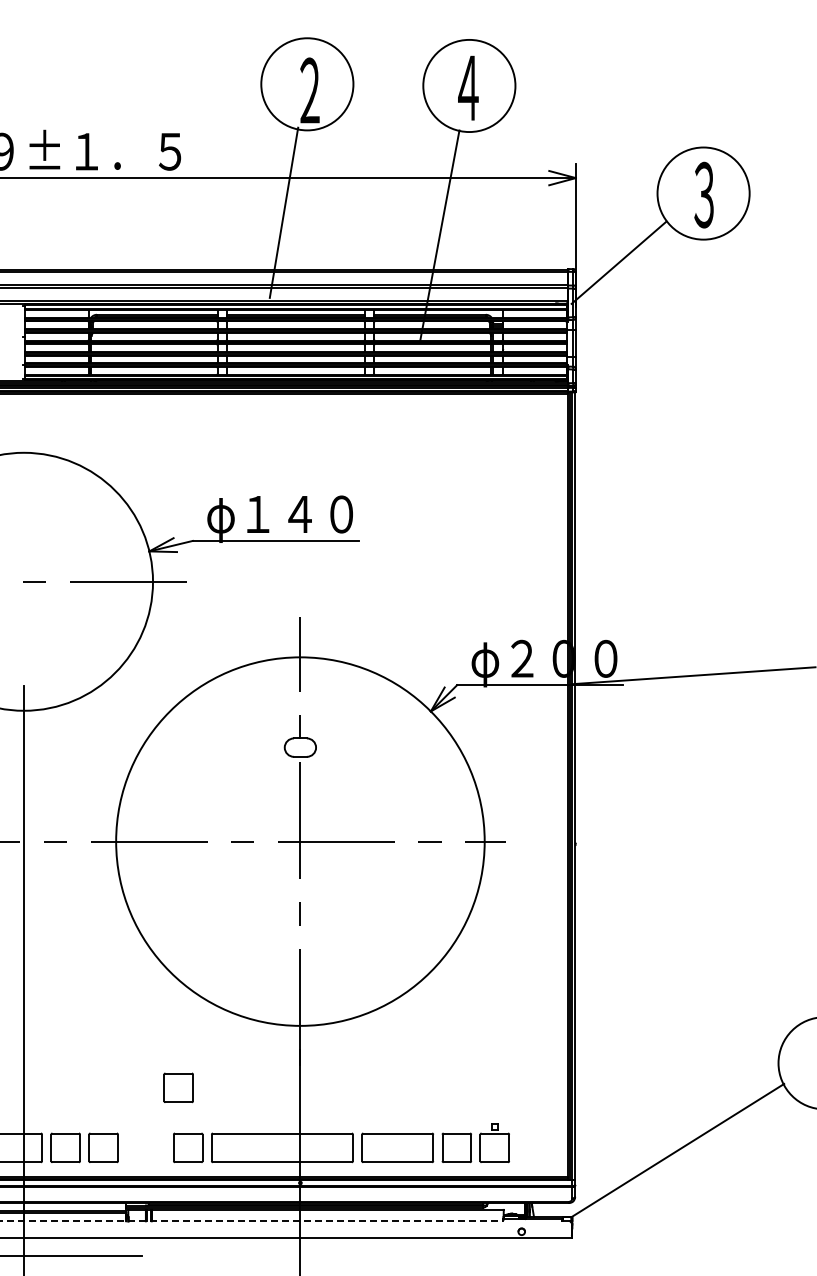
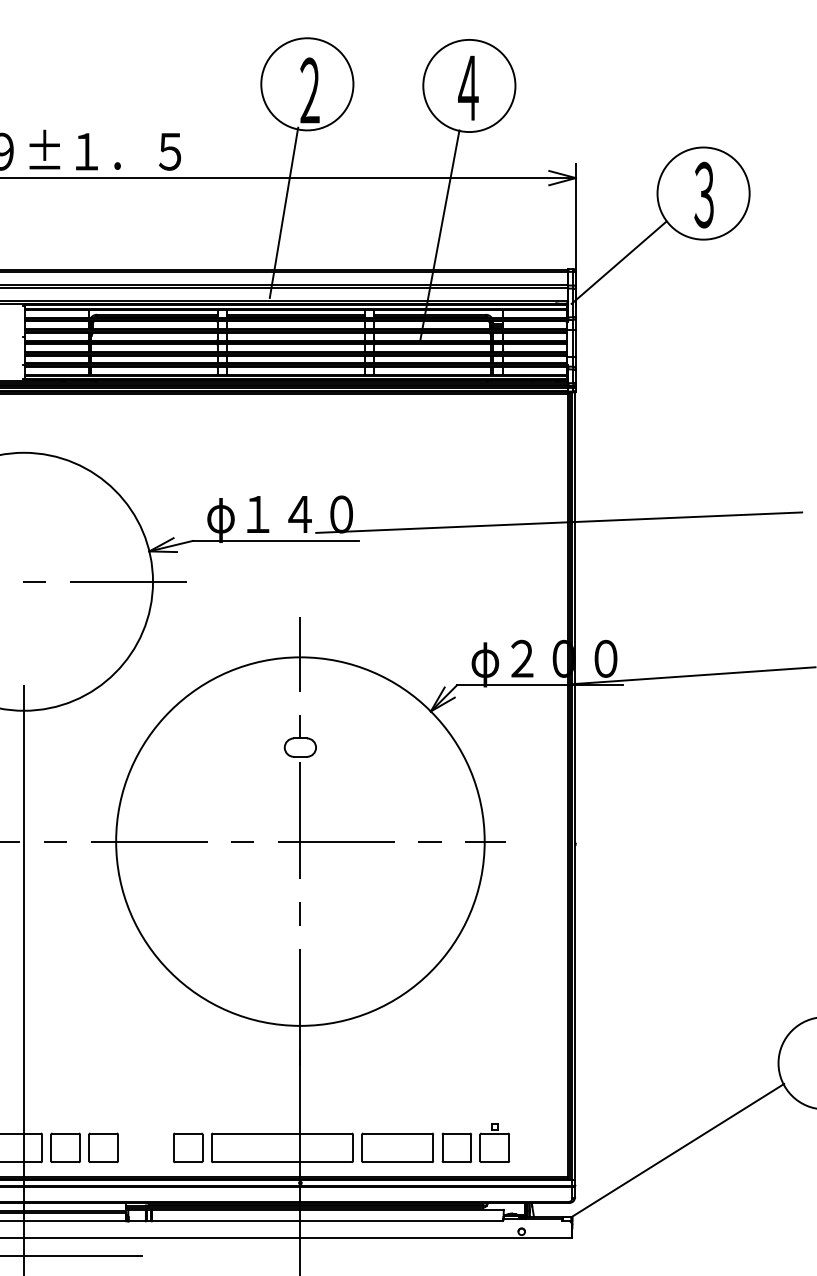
line at (559, 522): none -> present
part at (178, 1087): present -> none
line at (252, 1221): dashed -> solid
